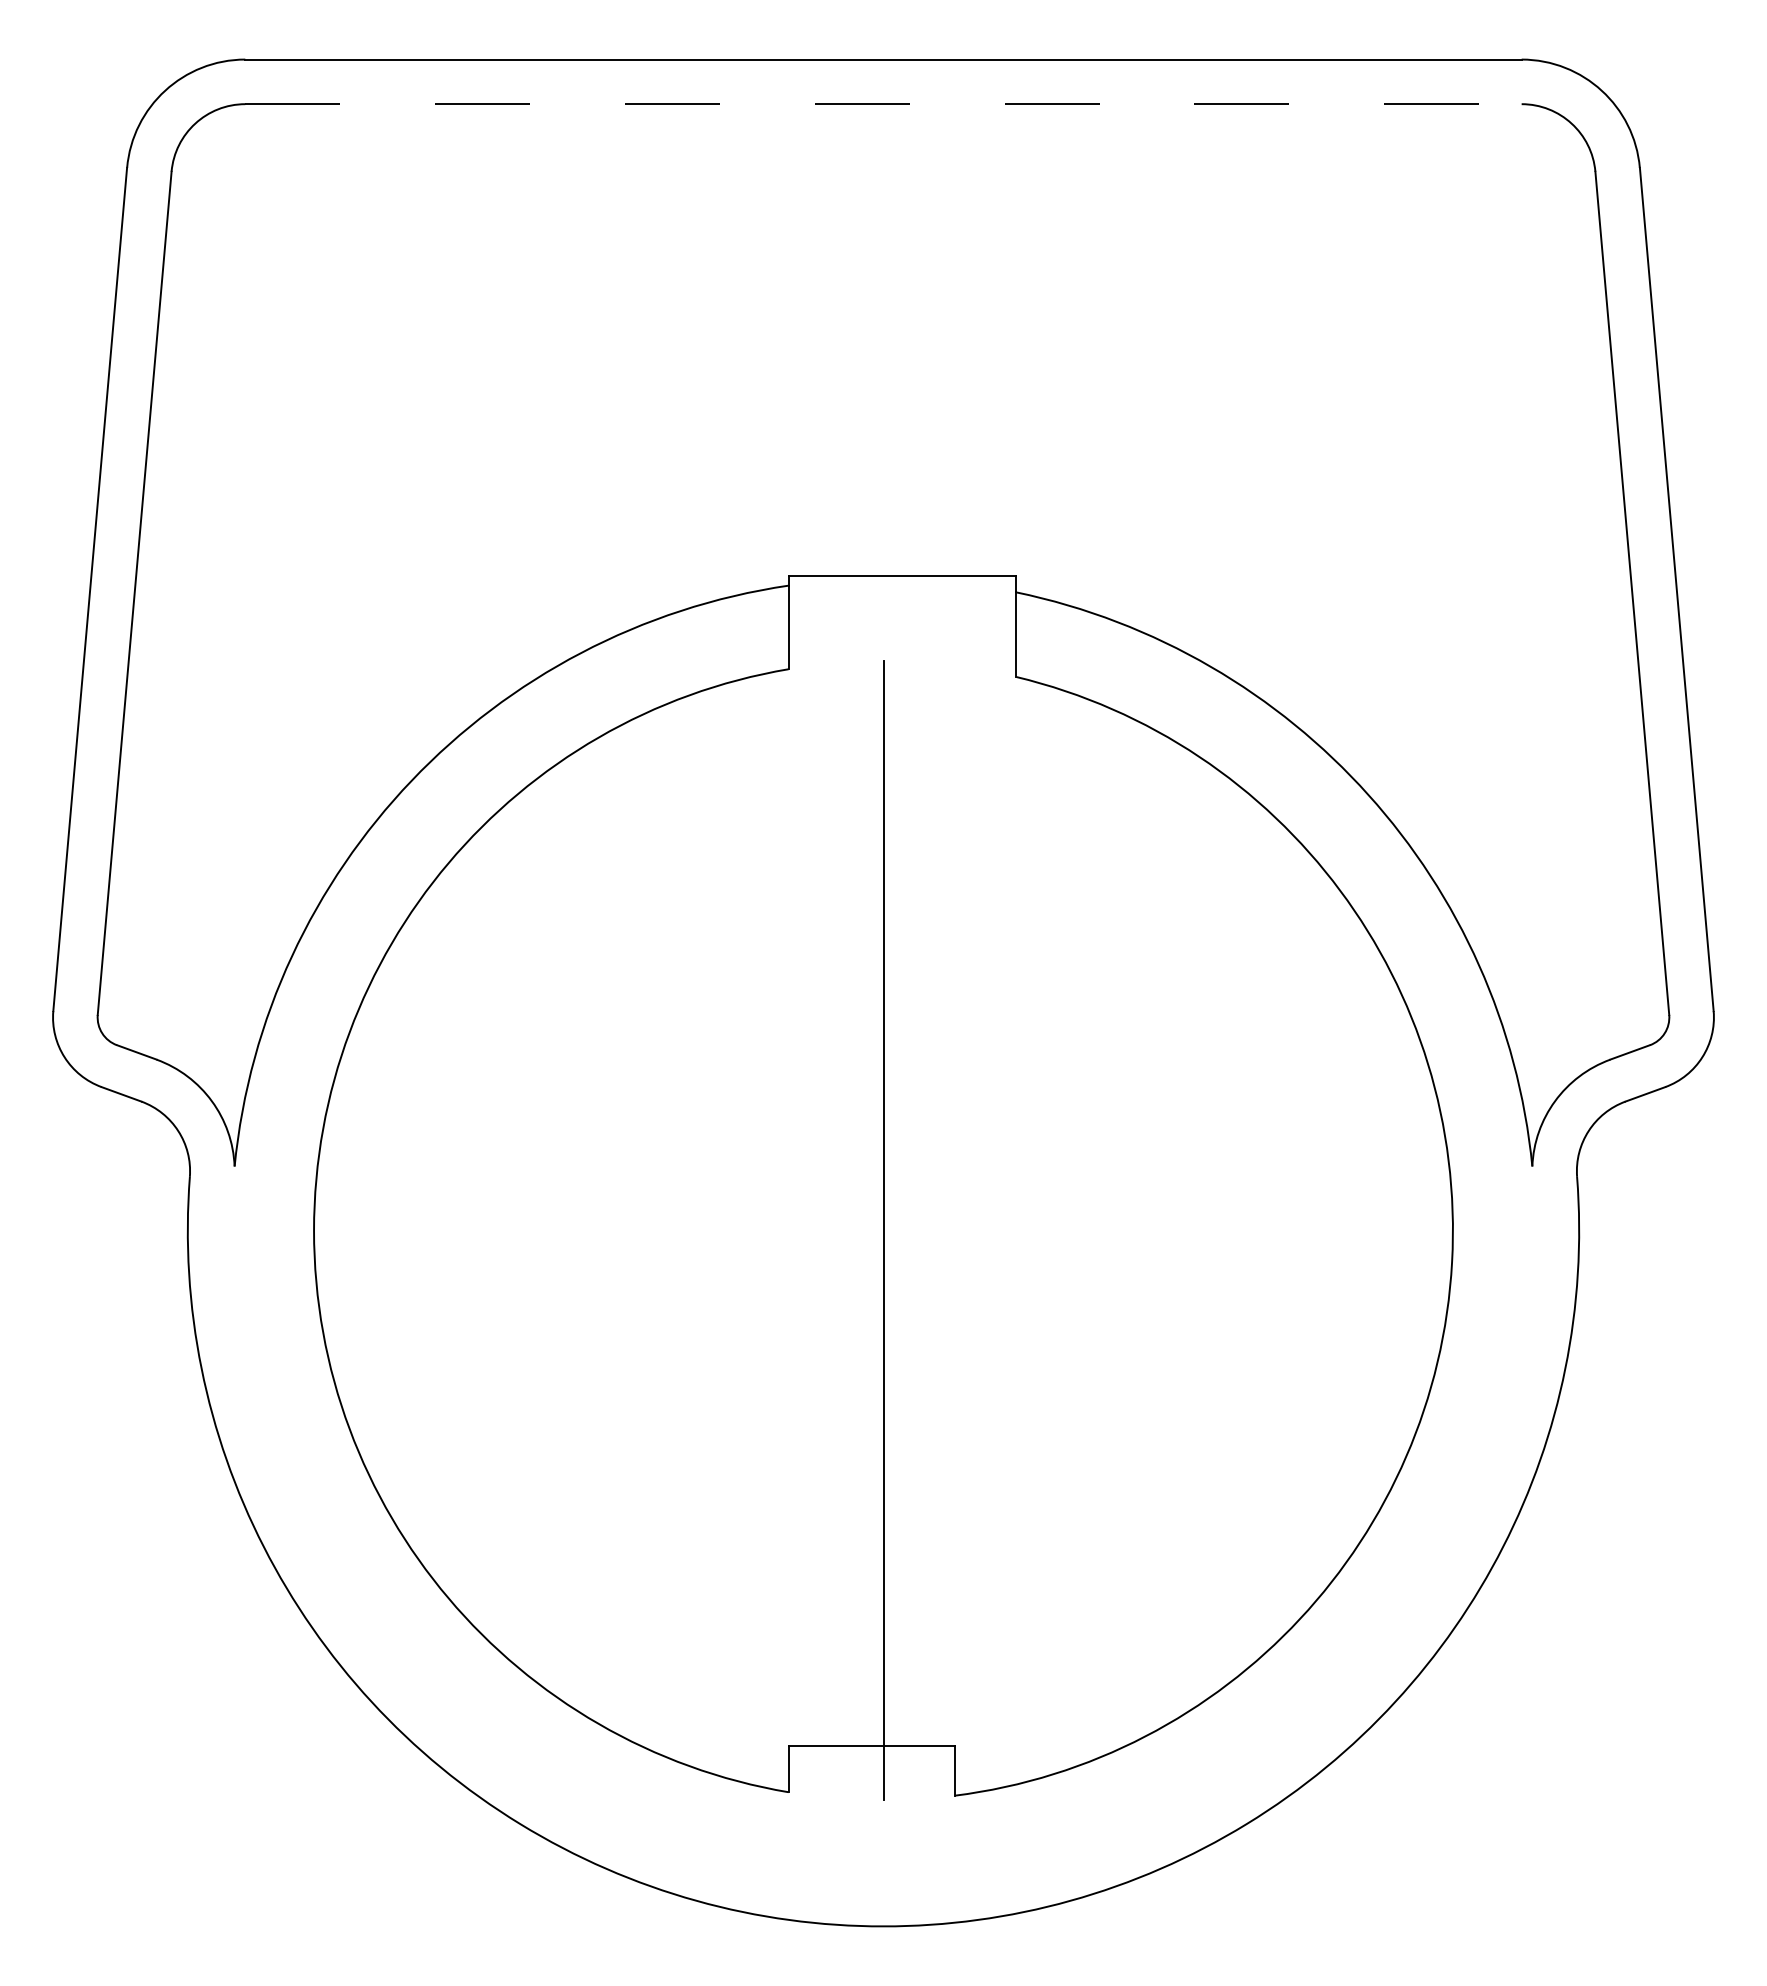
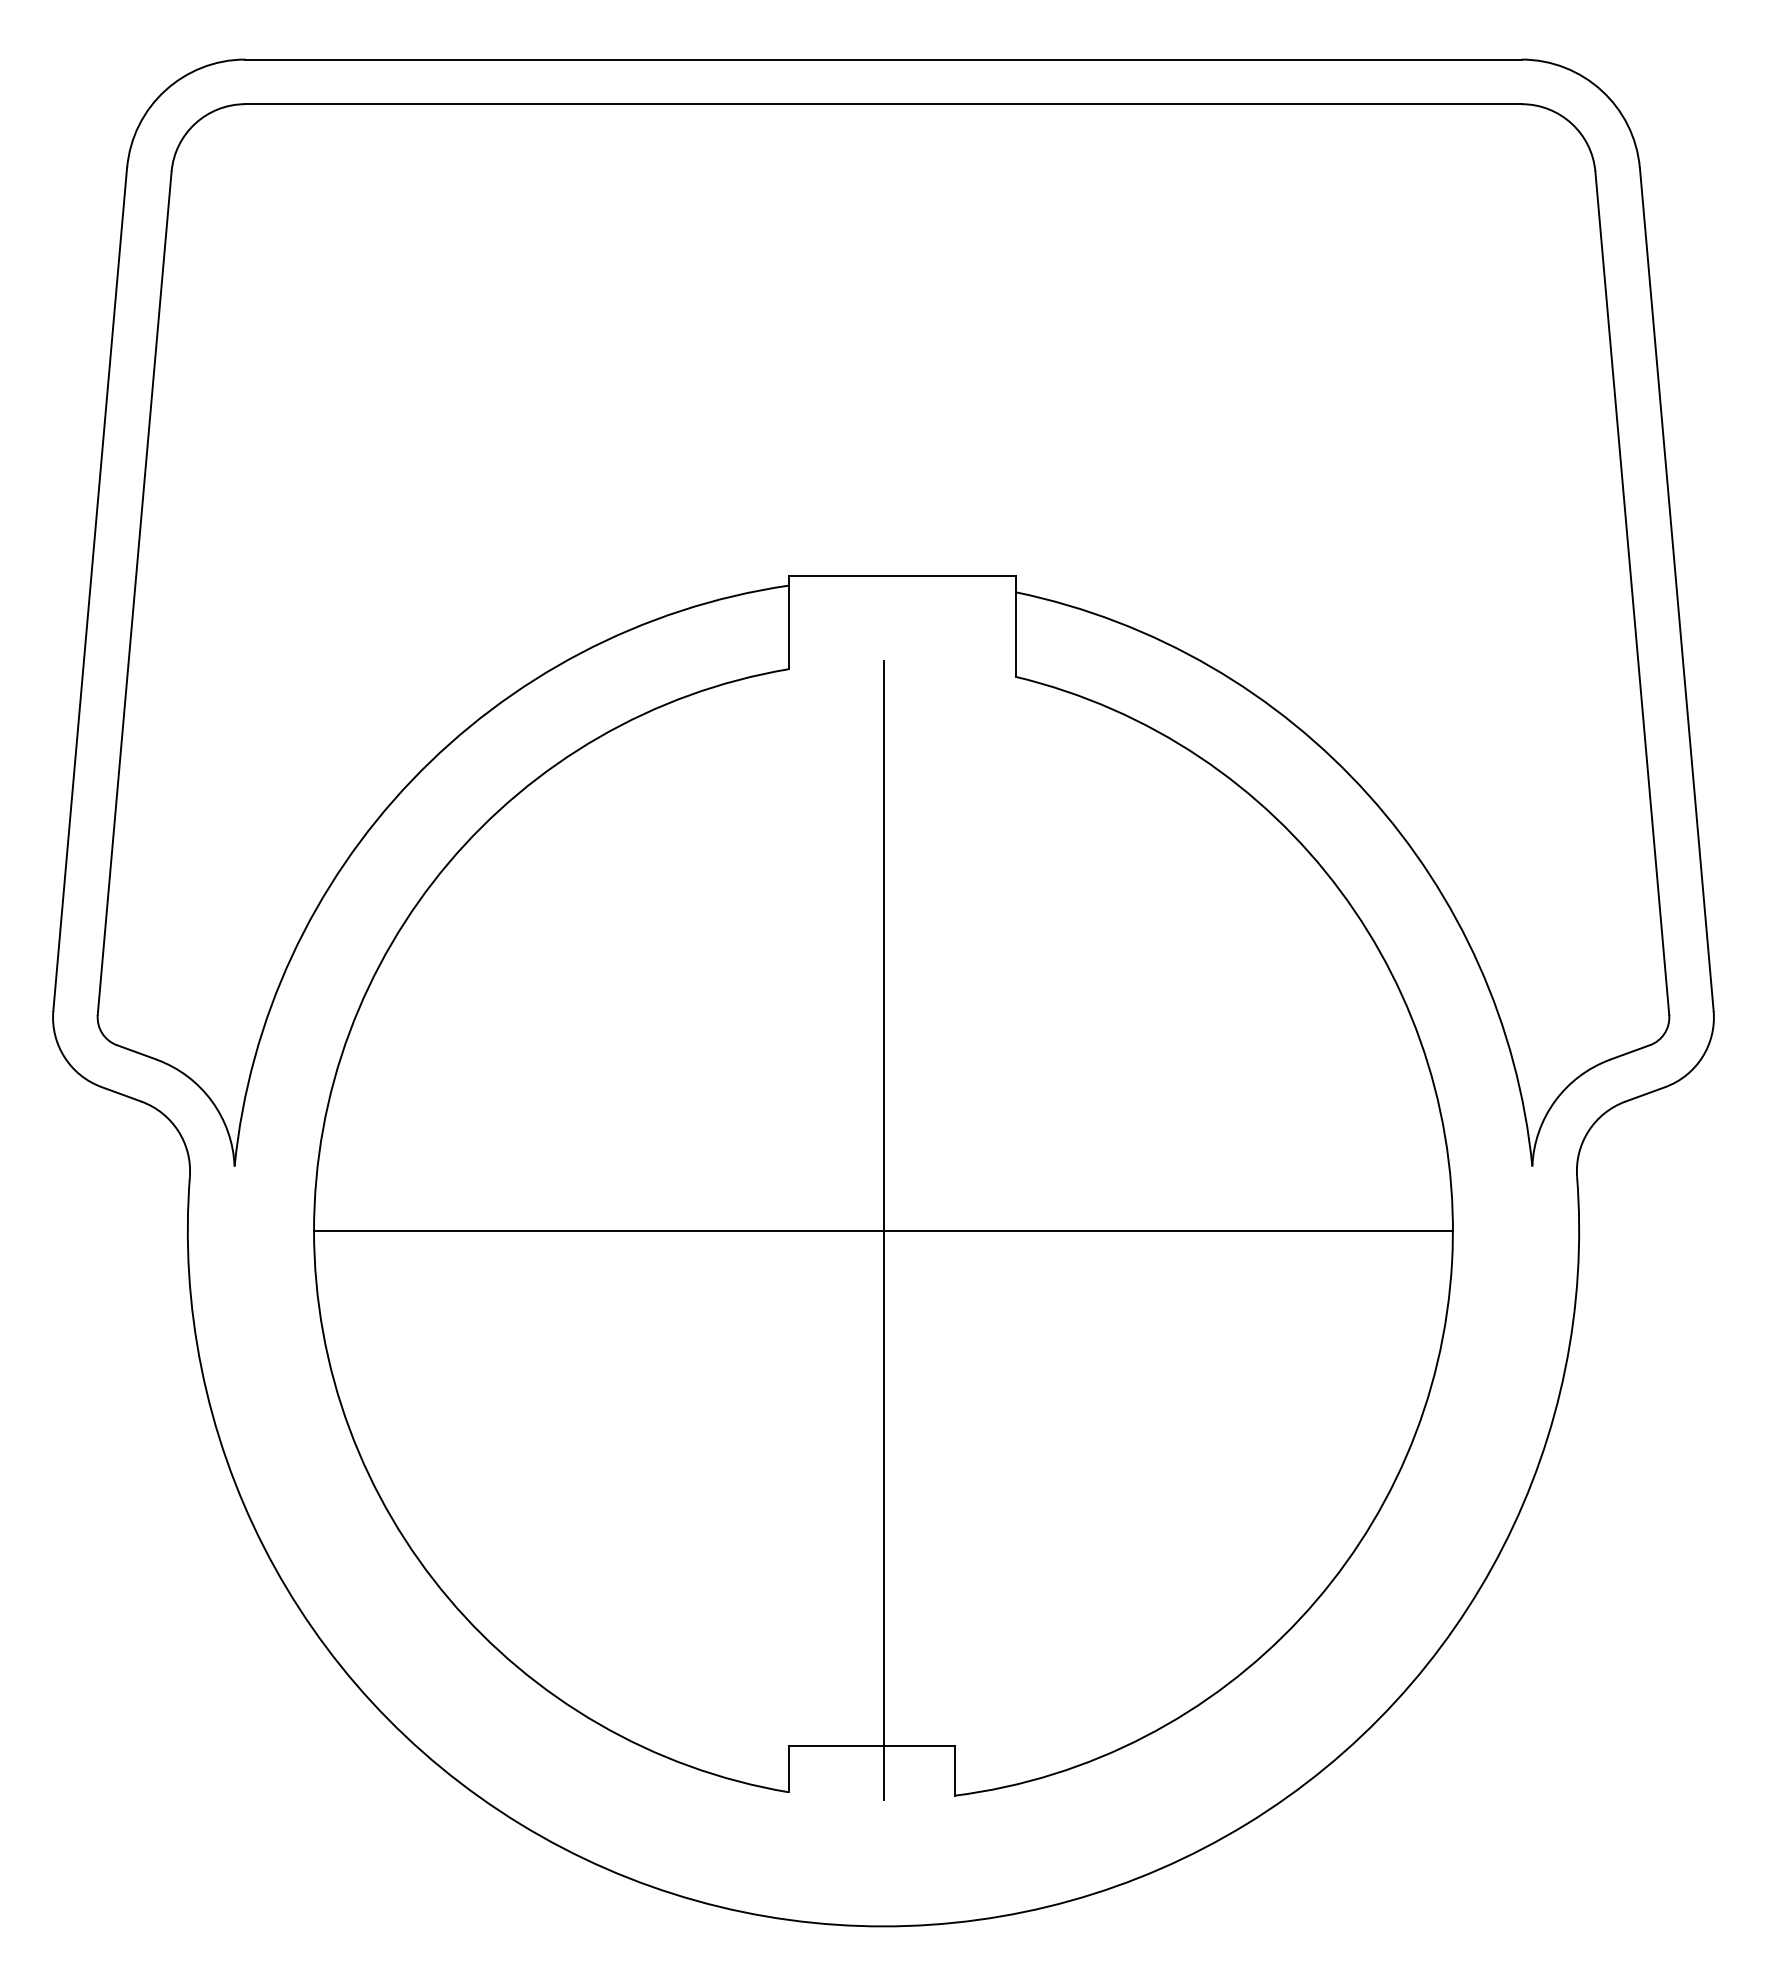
line at (883, 104): dashed -> solid
line at (883, 1230): none -> present
